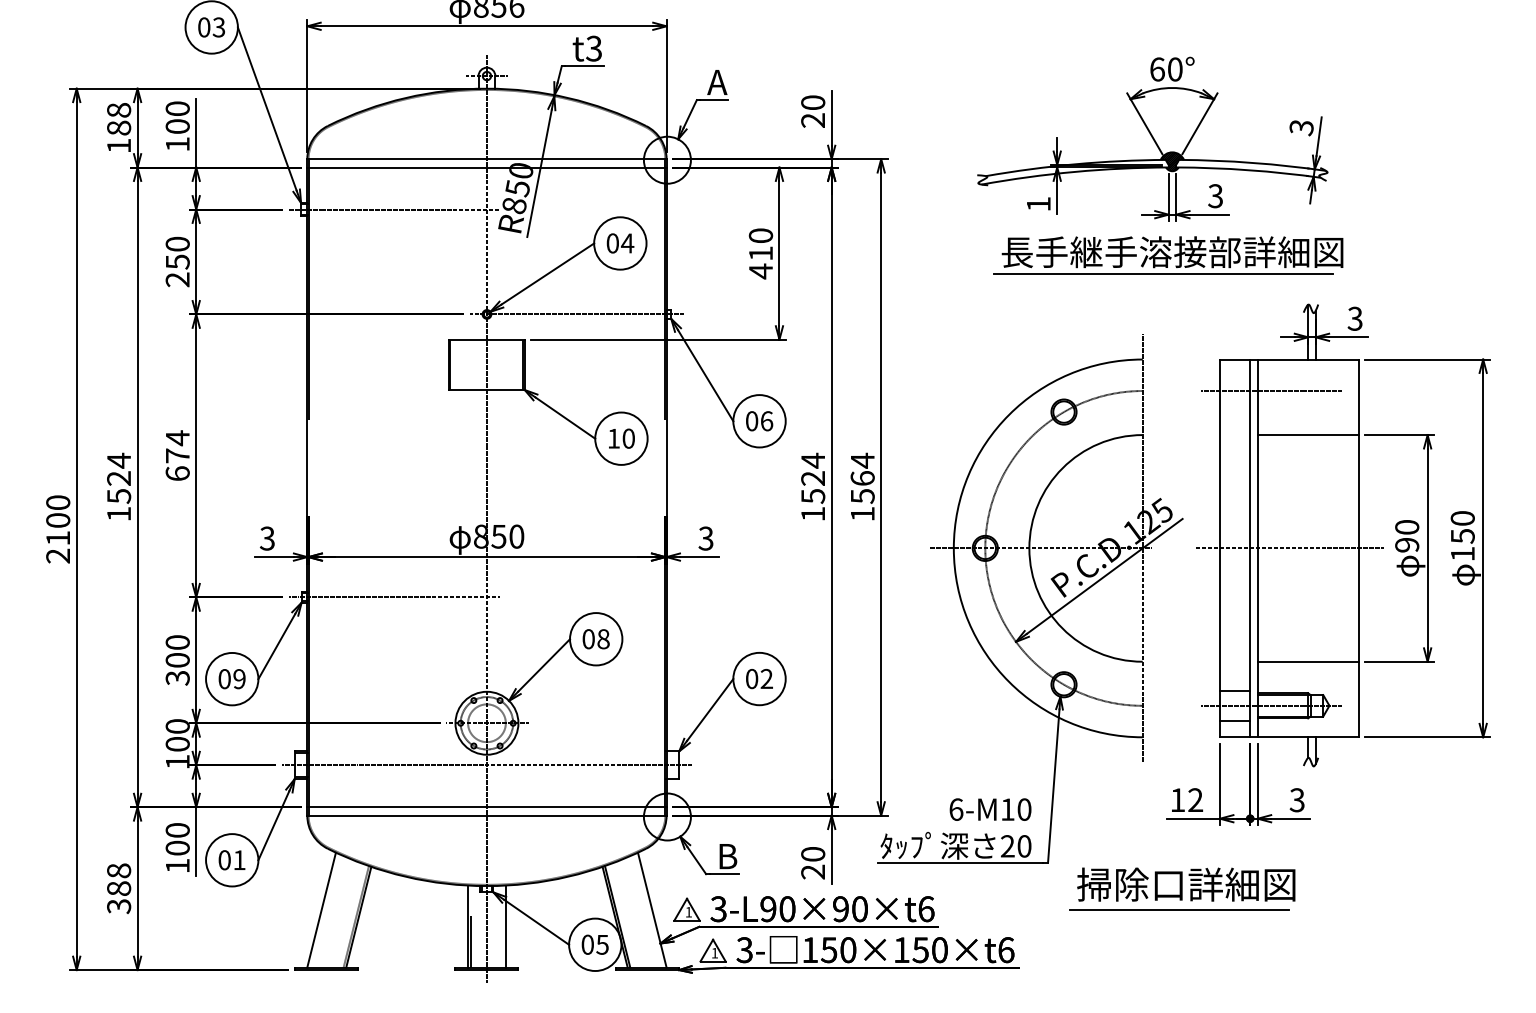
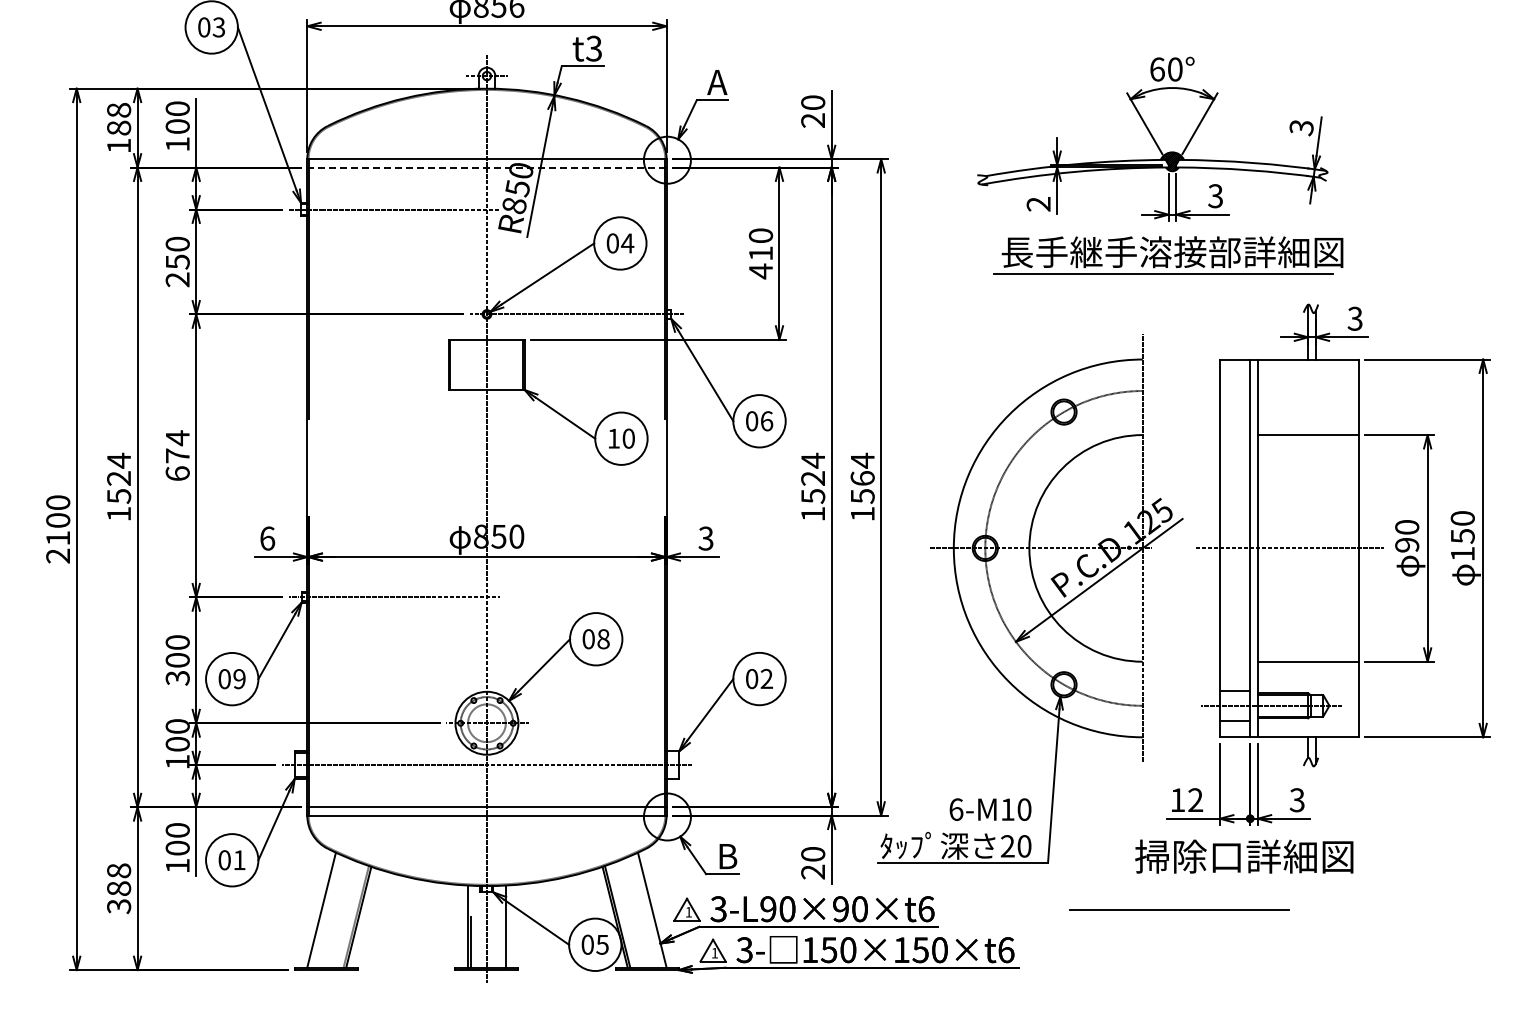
line at (486, 167): solid -> dashed
text at (1038, 204): 1 -> 2
line at (1271, 391): present -> none
text at (267, 538): 3 -> 6
text at (1186, 884) position: (1186, 884) -> (1244, 856)
